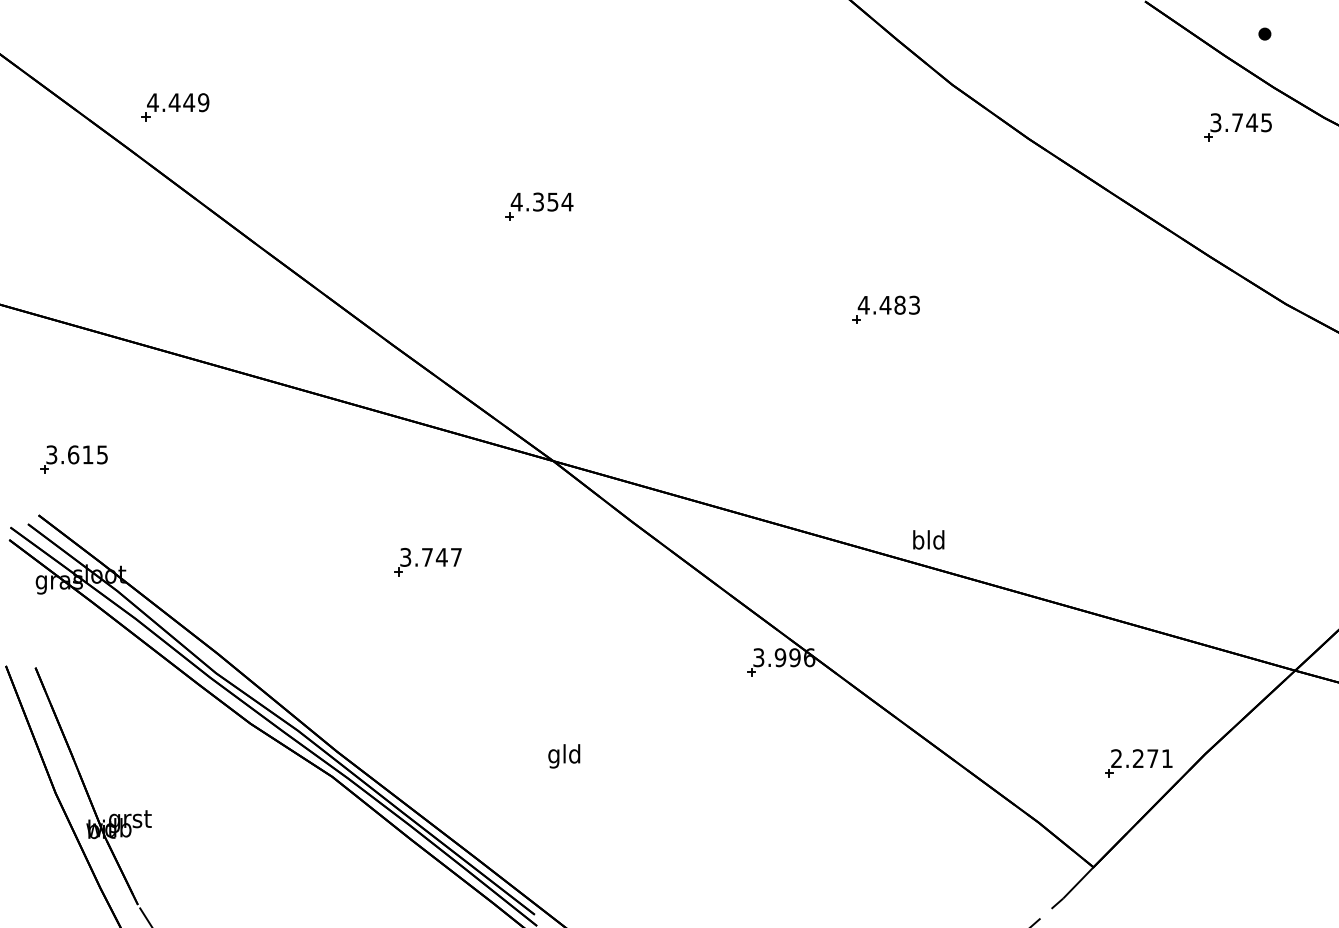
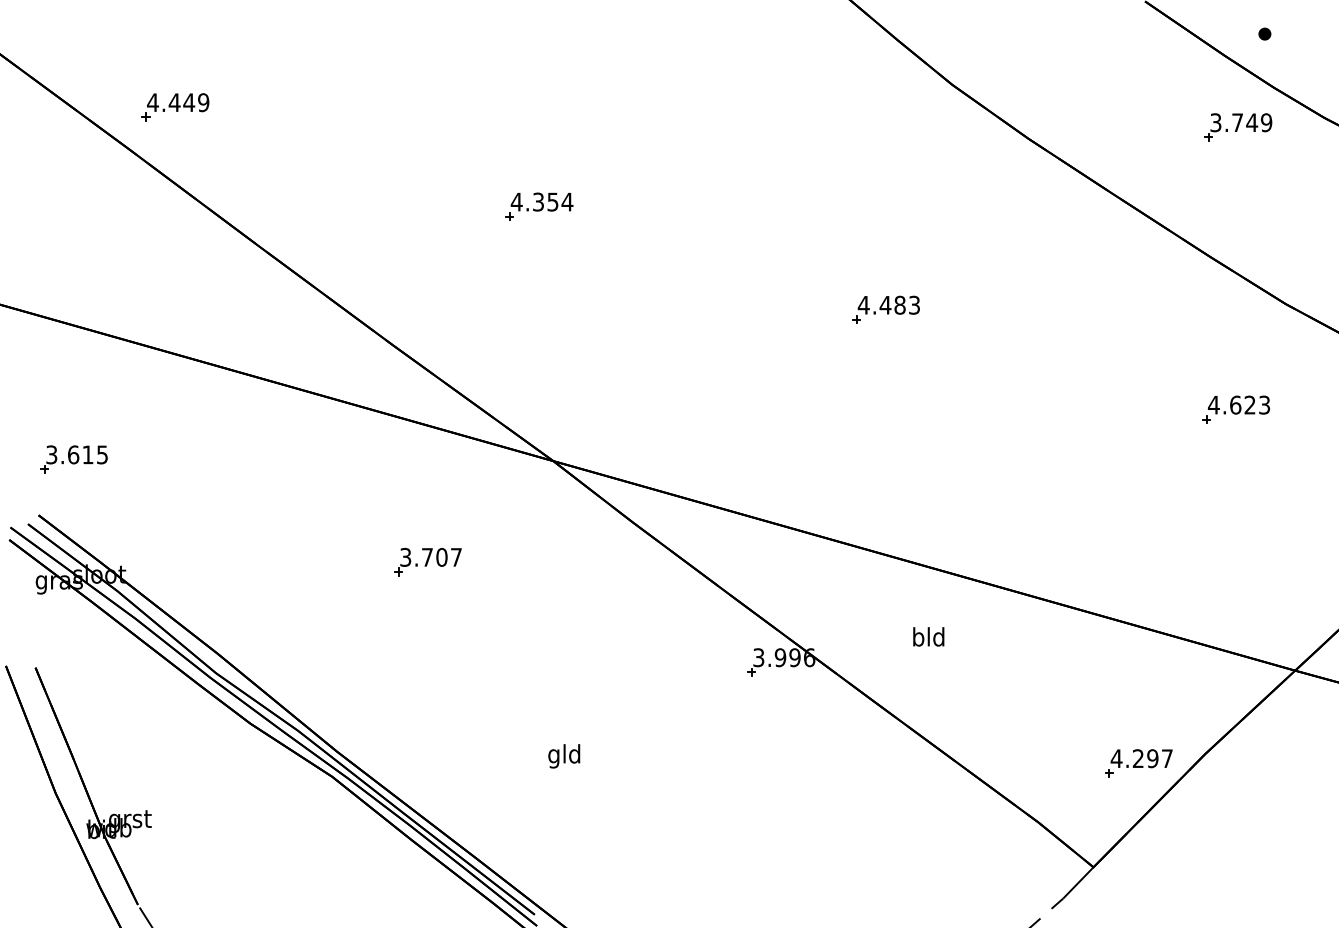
text at (1266, 122): 3.745 -> 3.749
part at (1235, 409): none -> present
text at (928, 539) position: (928, 539) -> (928, 636)
text at (441, 557): 3.747 -> 3.707
text at (1141, 758): 2.271 -> 4.297
